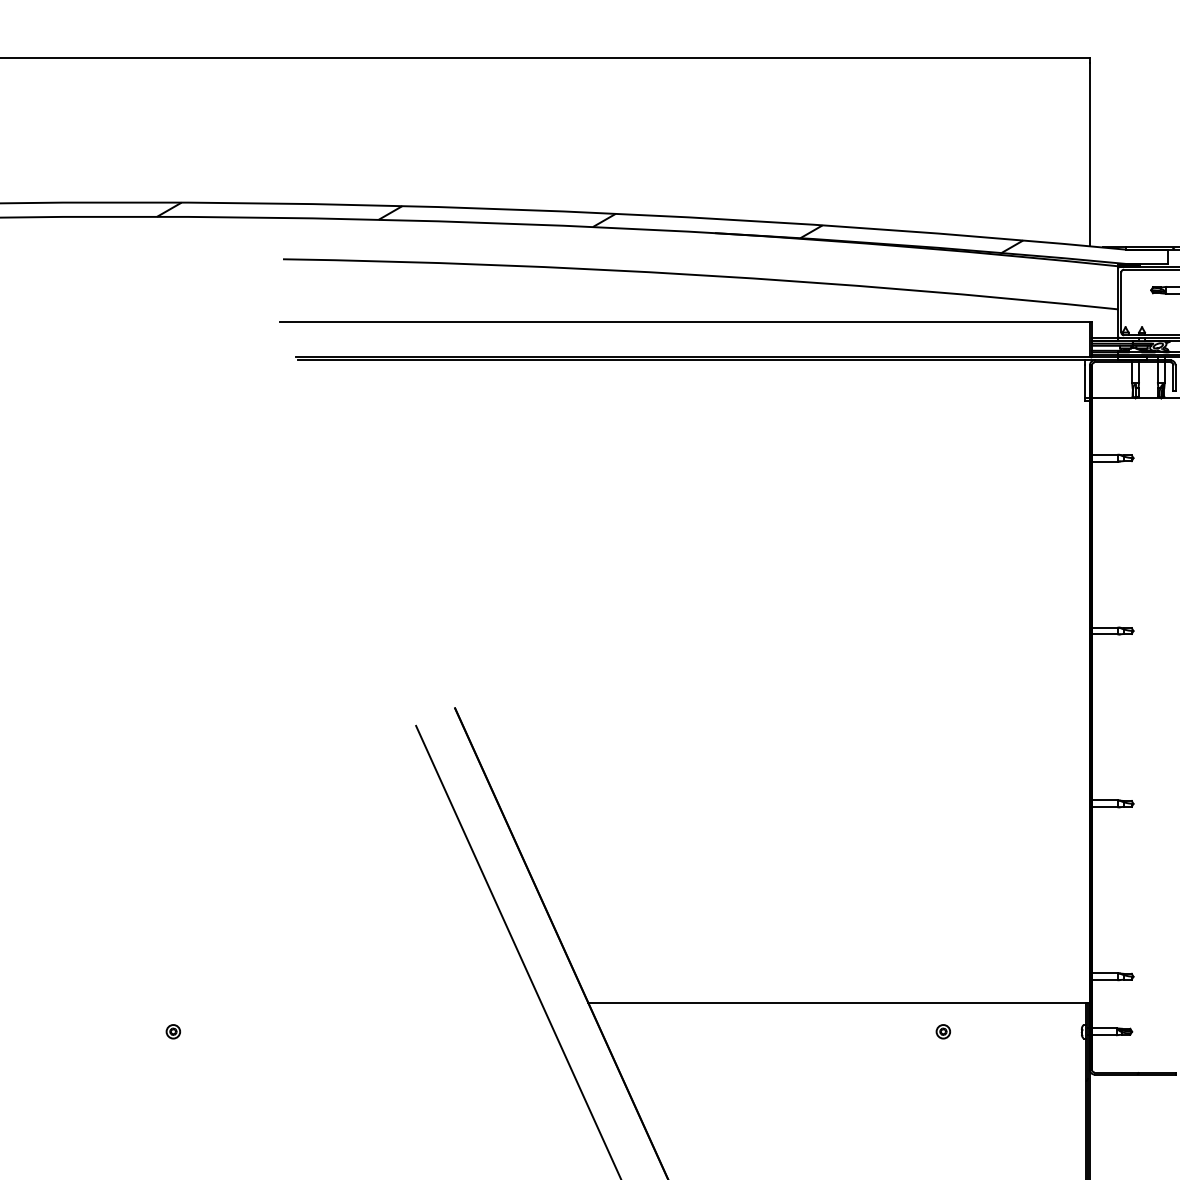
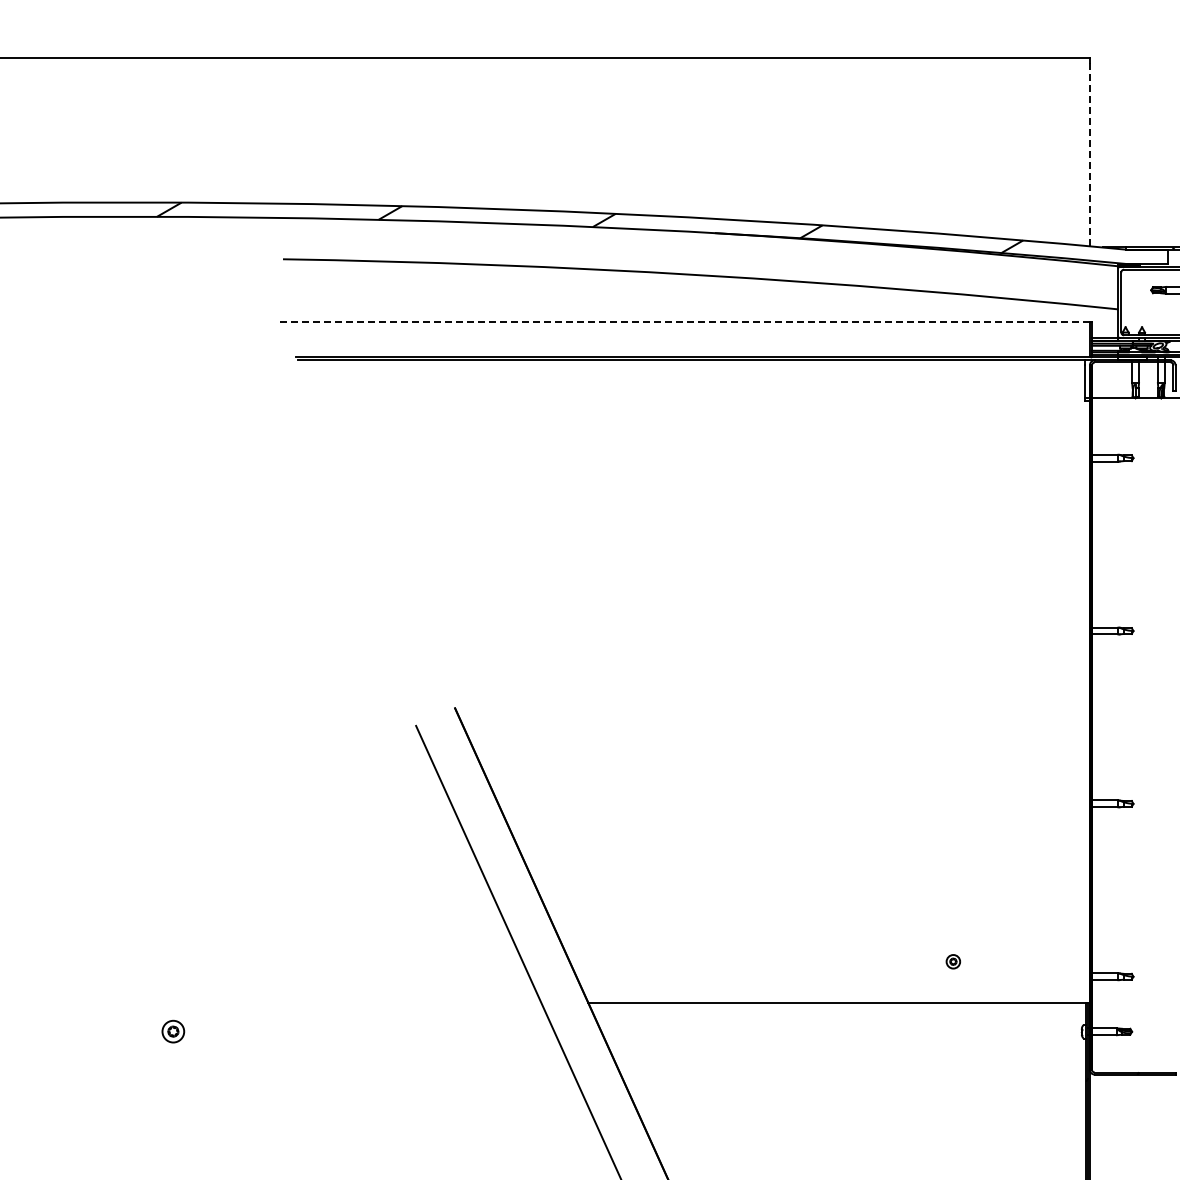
line at (1089, 154): solid -> dashed
line at (685, 321): solid -> dashed
part at (173, 1031) size: 17x16 px -> 25x25 px
part at (942, 1031) position: (942, 1031) -> (952, 961)
